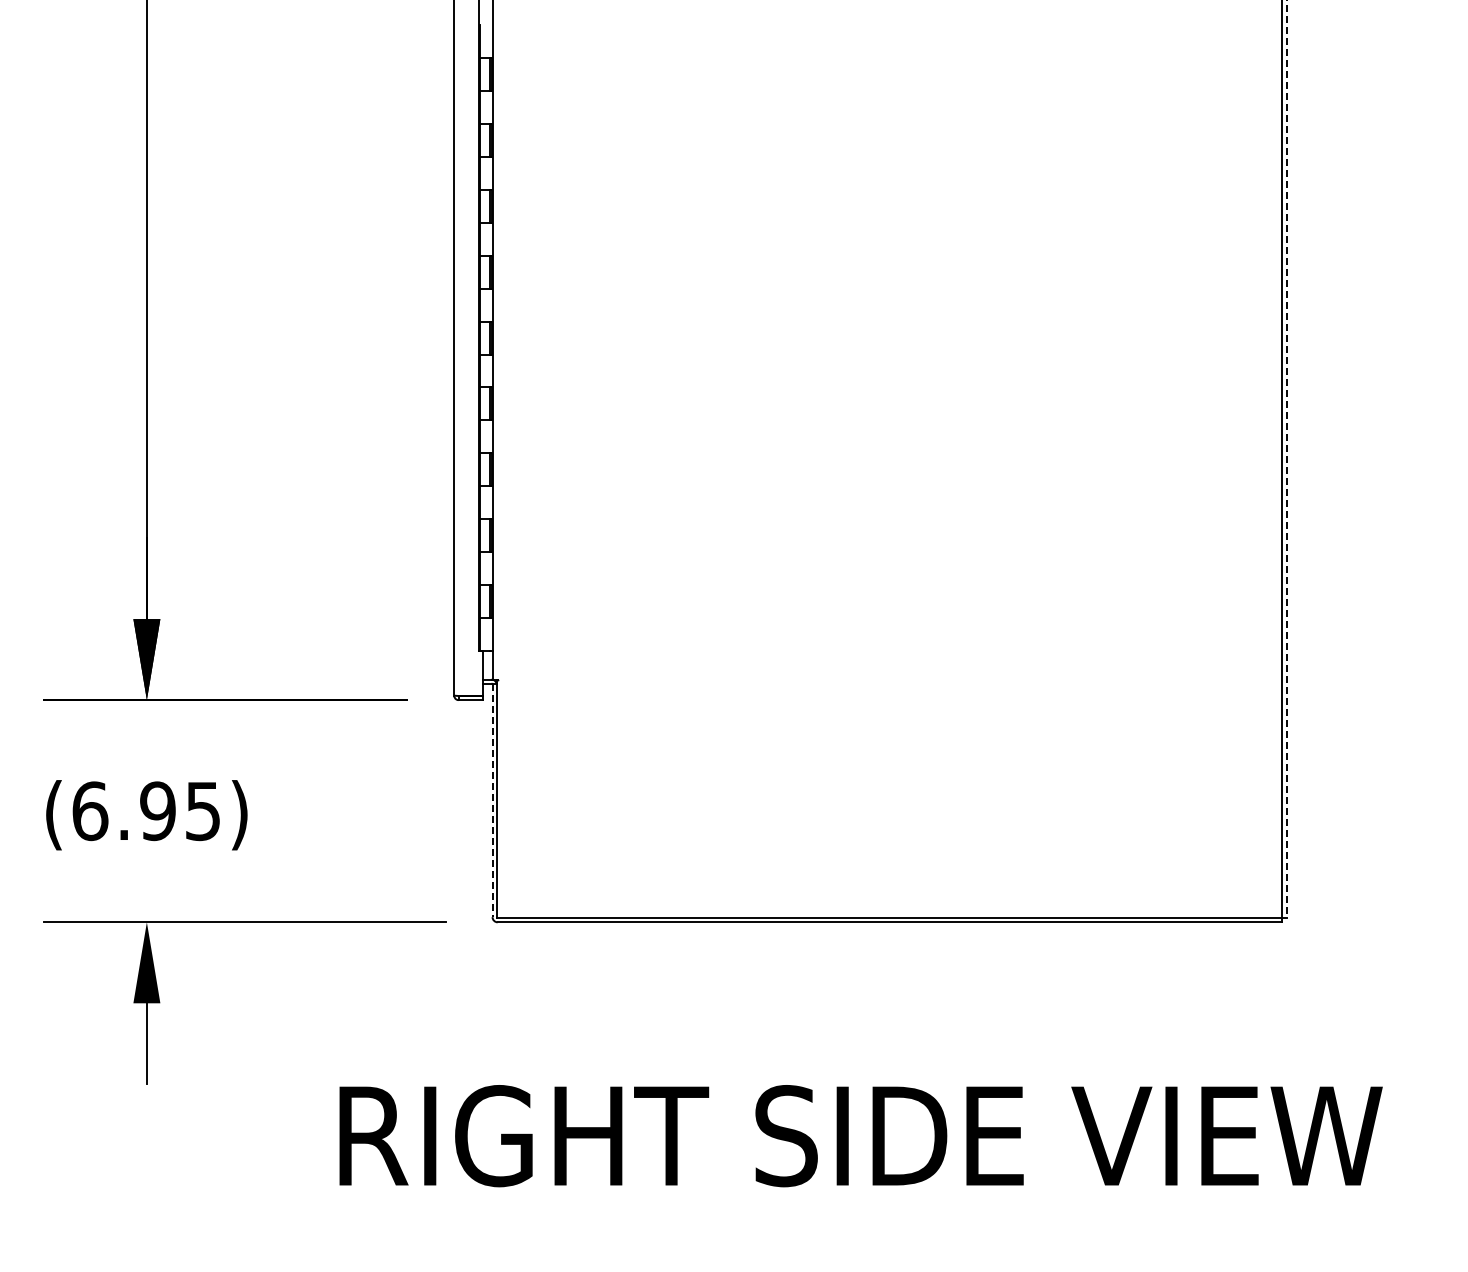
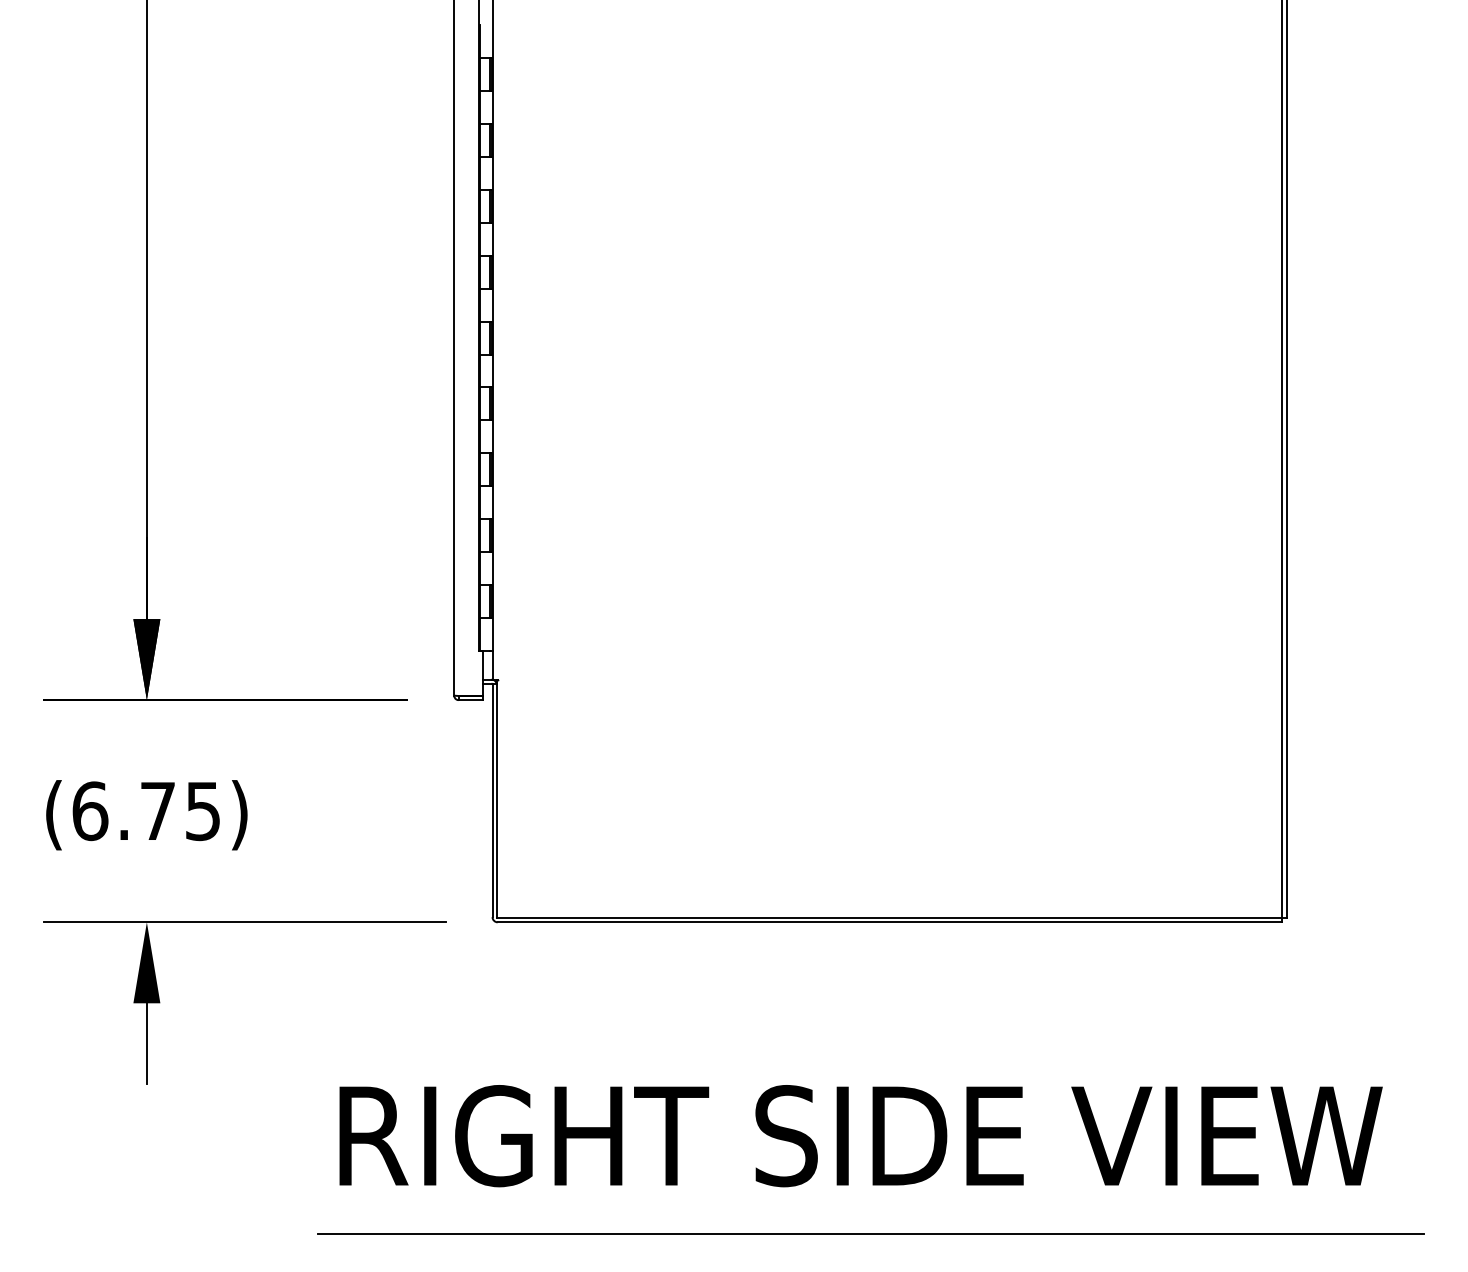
line at (1286, 459): dashed -> solid
line at (492, 800): dashed -> solid
text at (157, 811): (6.95) -> (6.75)
line at (870, 1233): none -> present
